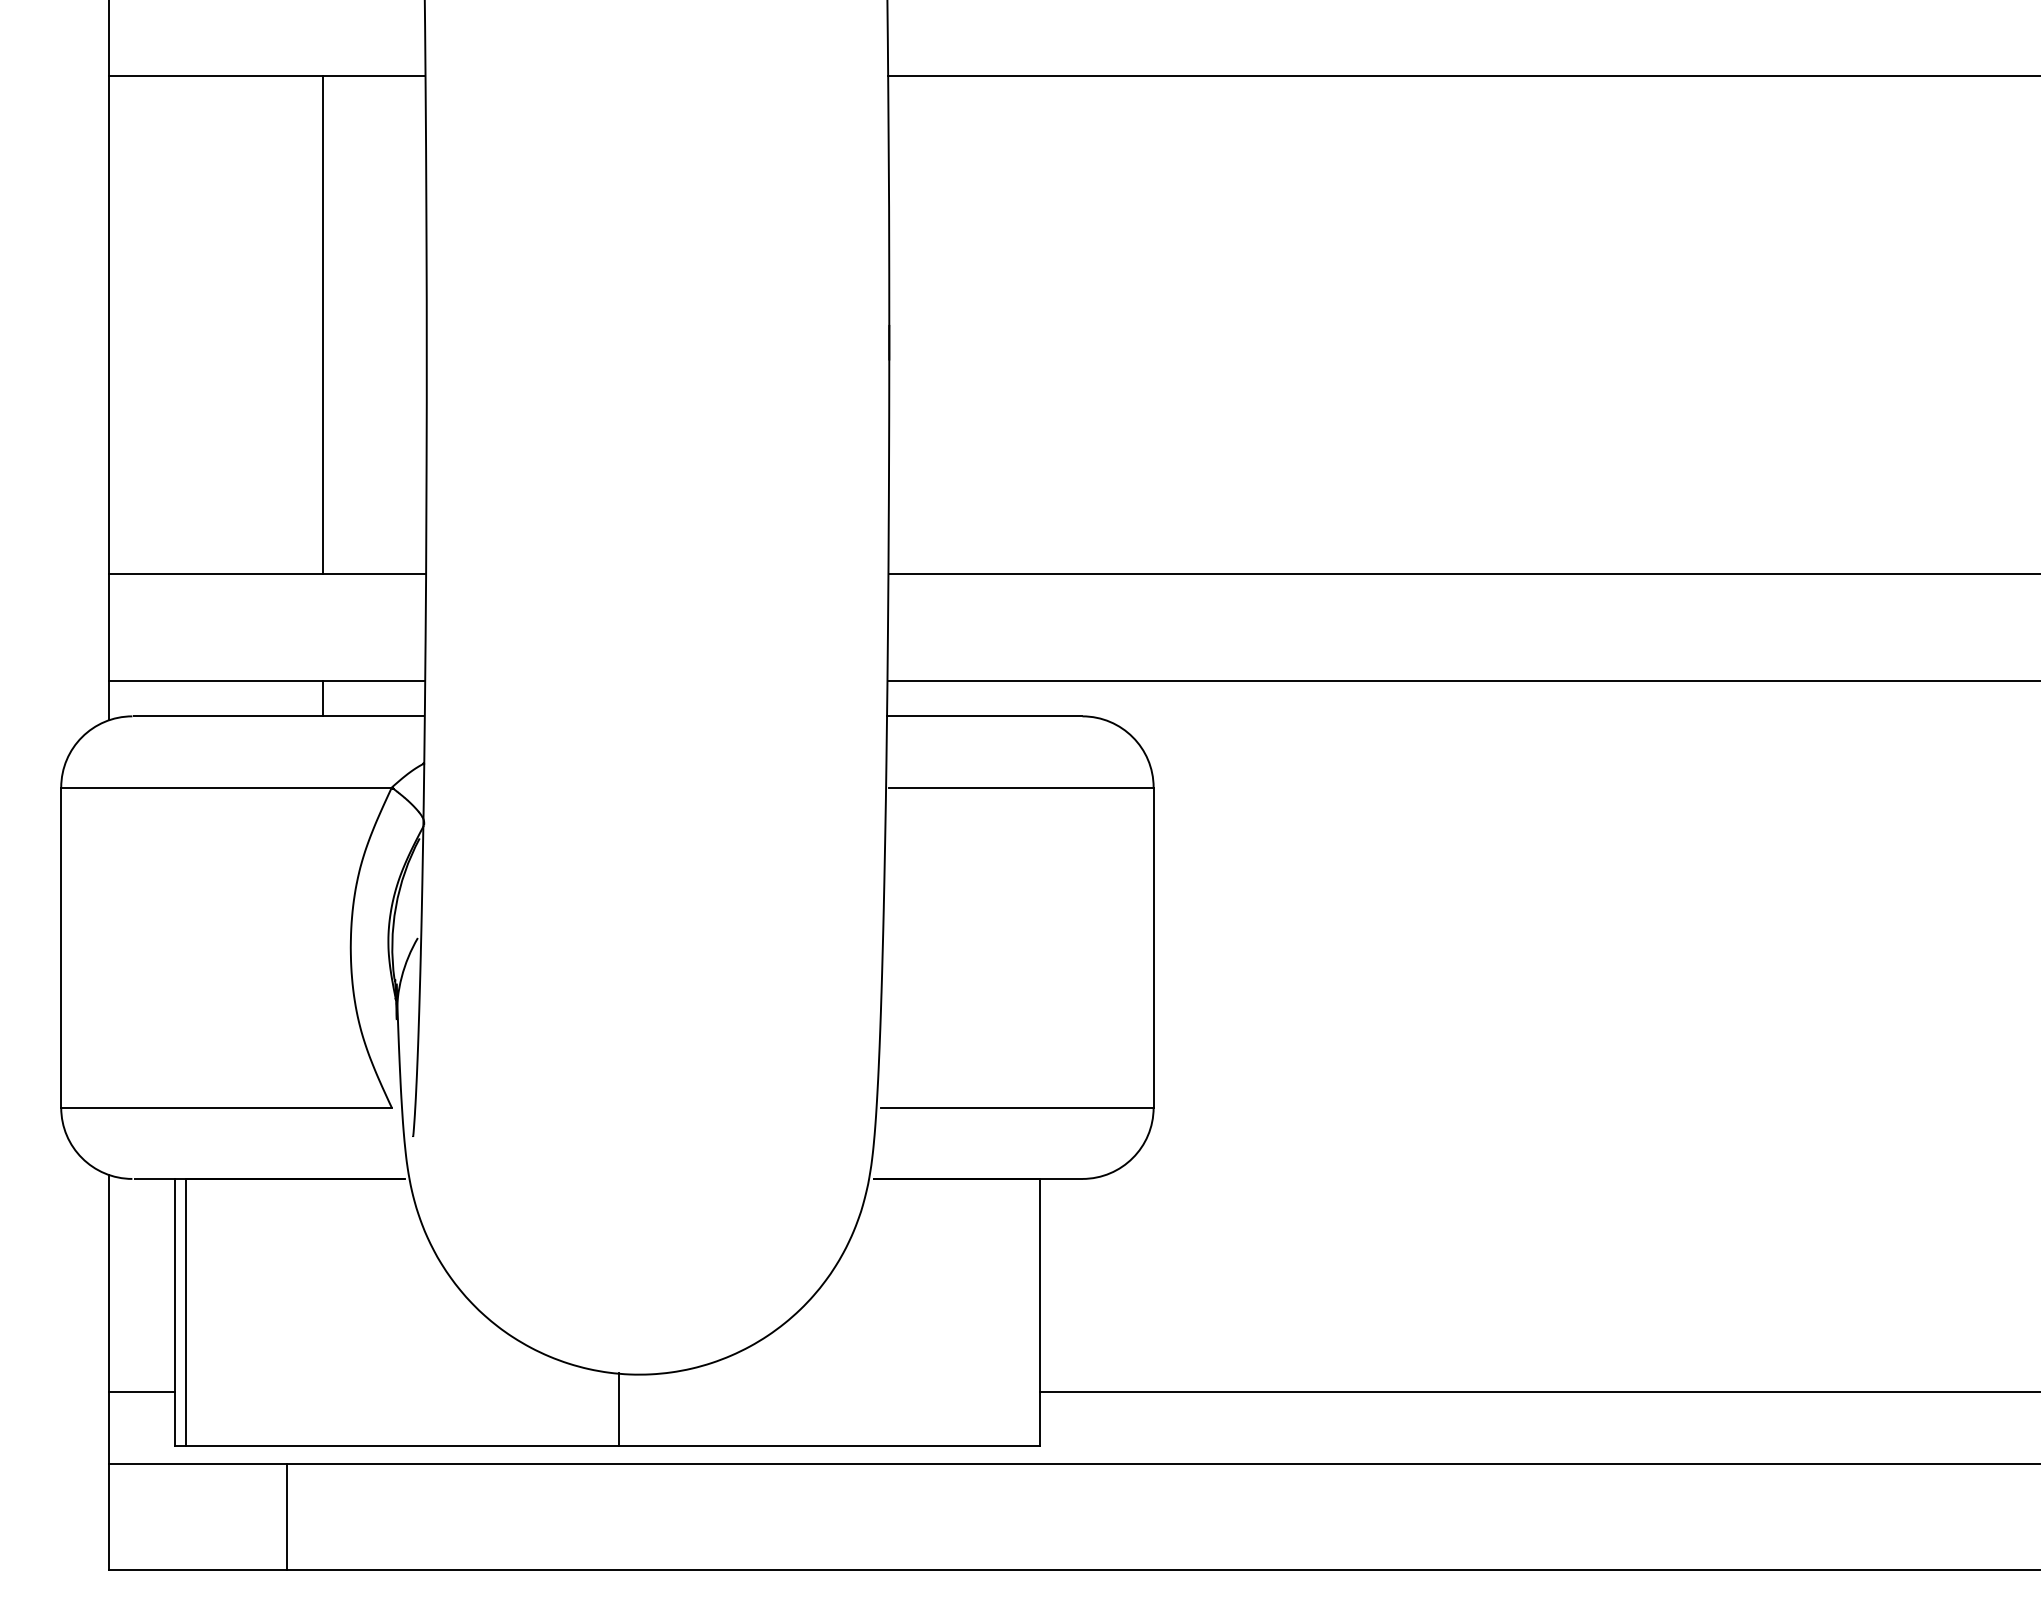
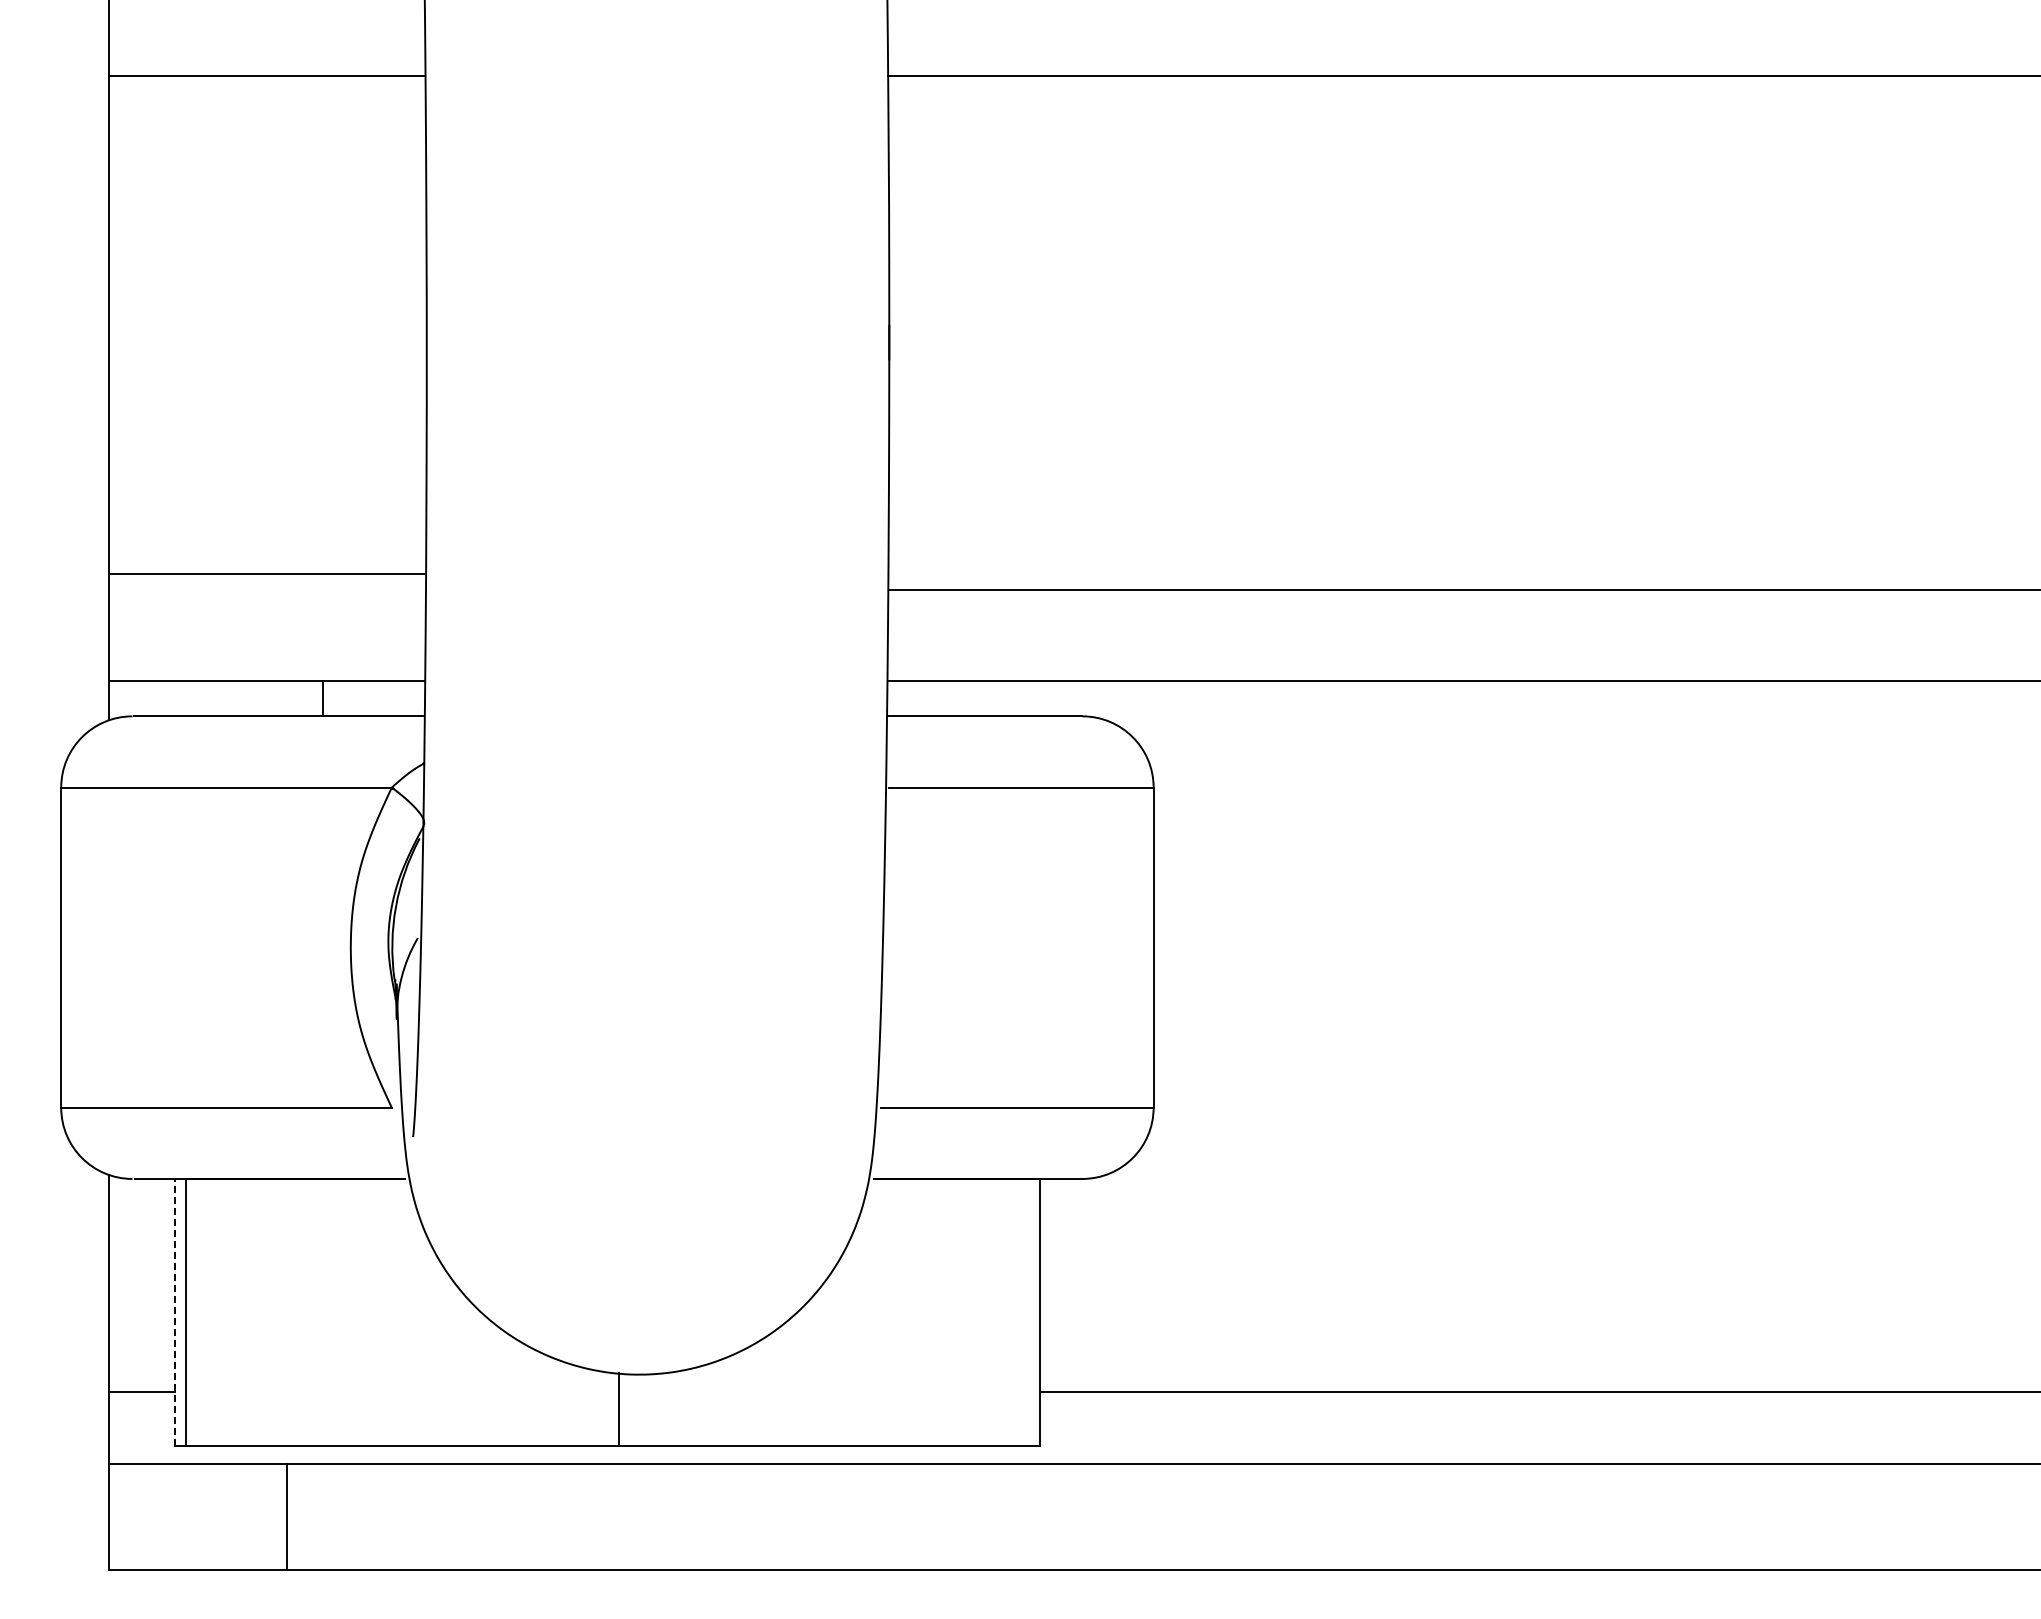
line at (322, 324): present -> none
line at (1462, 574) position: (1462, 574) -> (1462, 590)
line at (174, 1311): solid -> dashed
